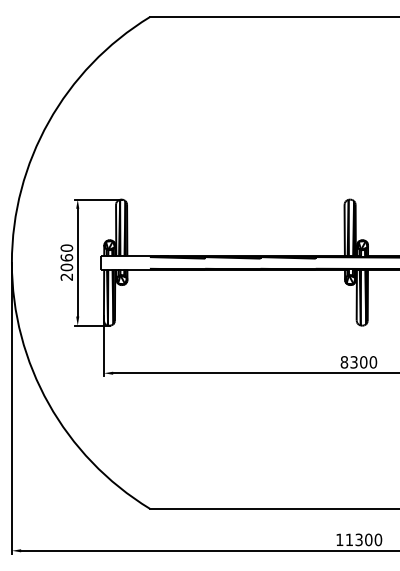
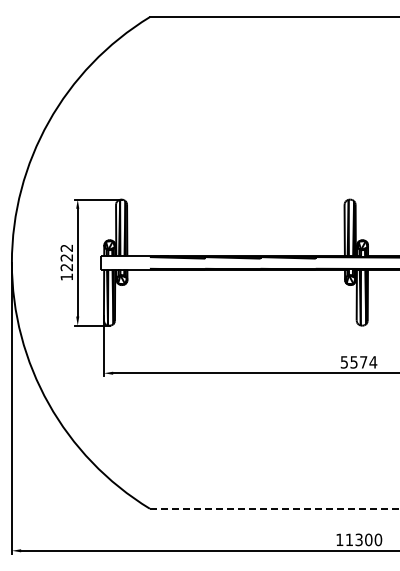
text at (66, 262): 2060 -> 1222
text at (358, 362): 8300 -> 5574
line at (274, 508): solid -> dashed
